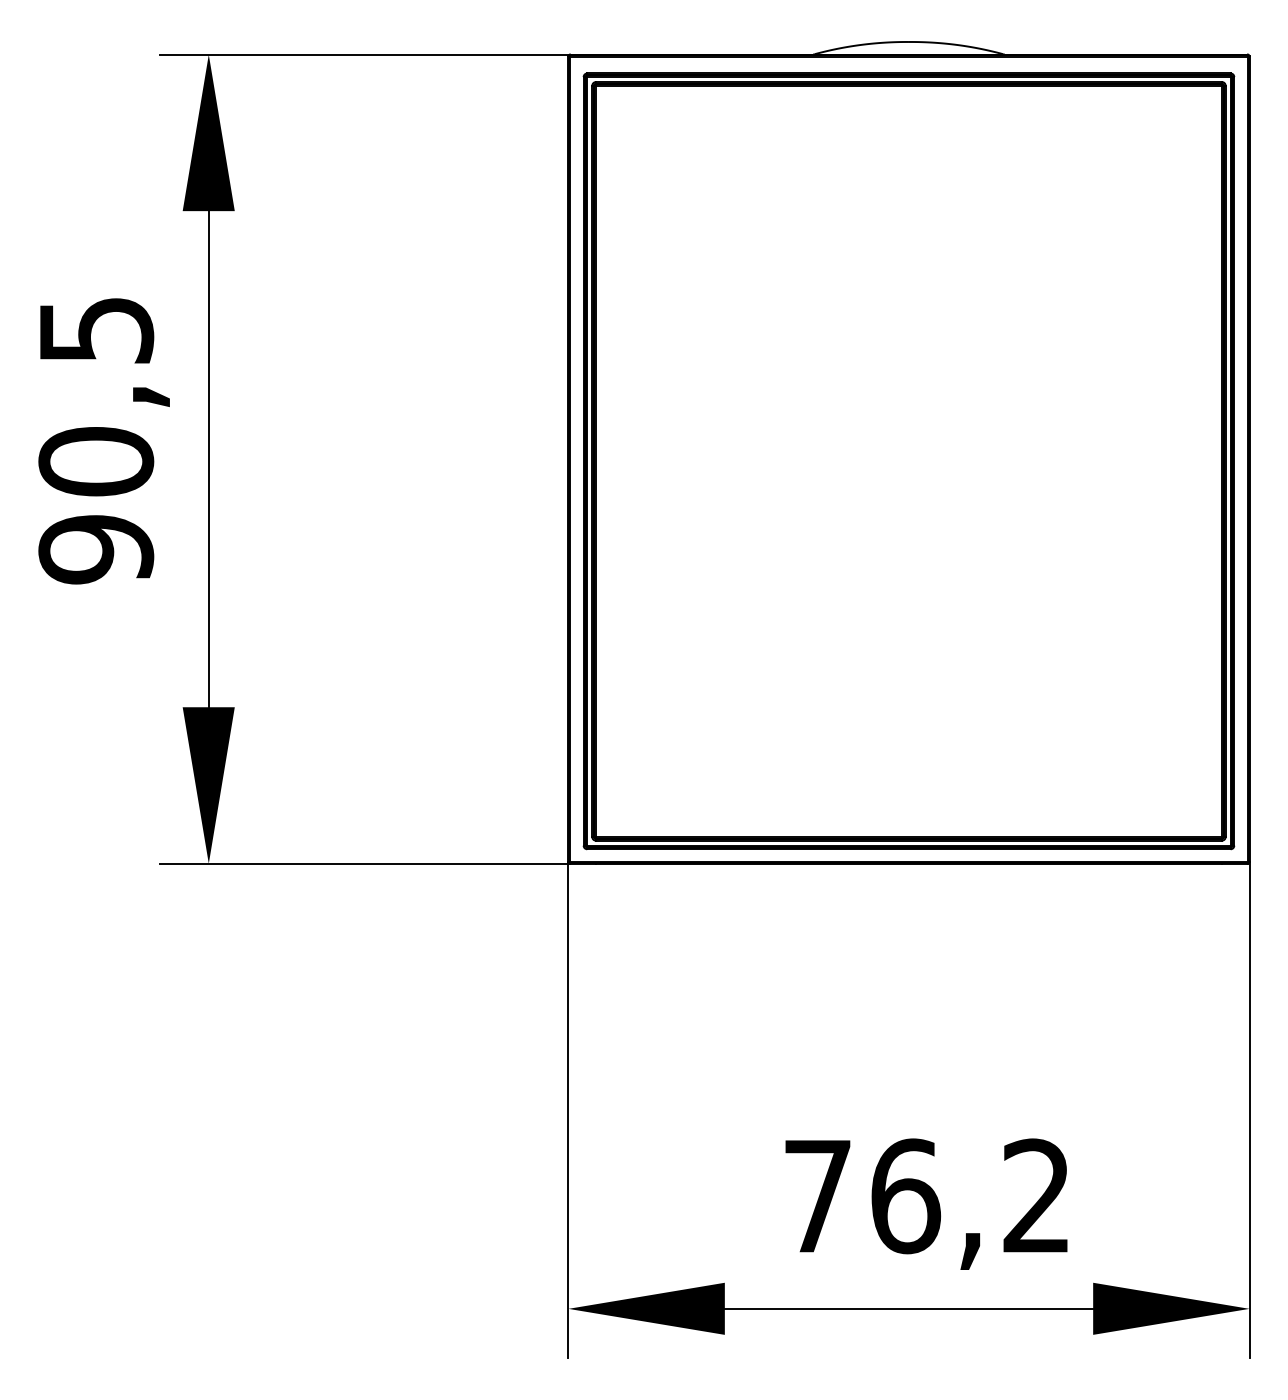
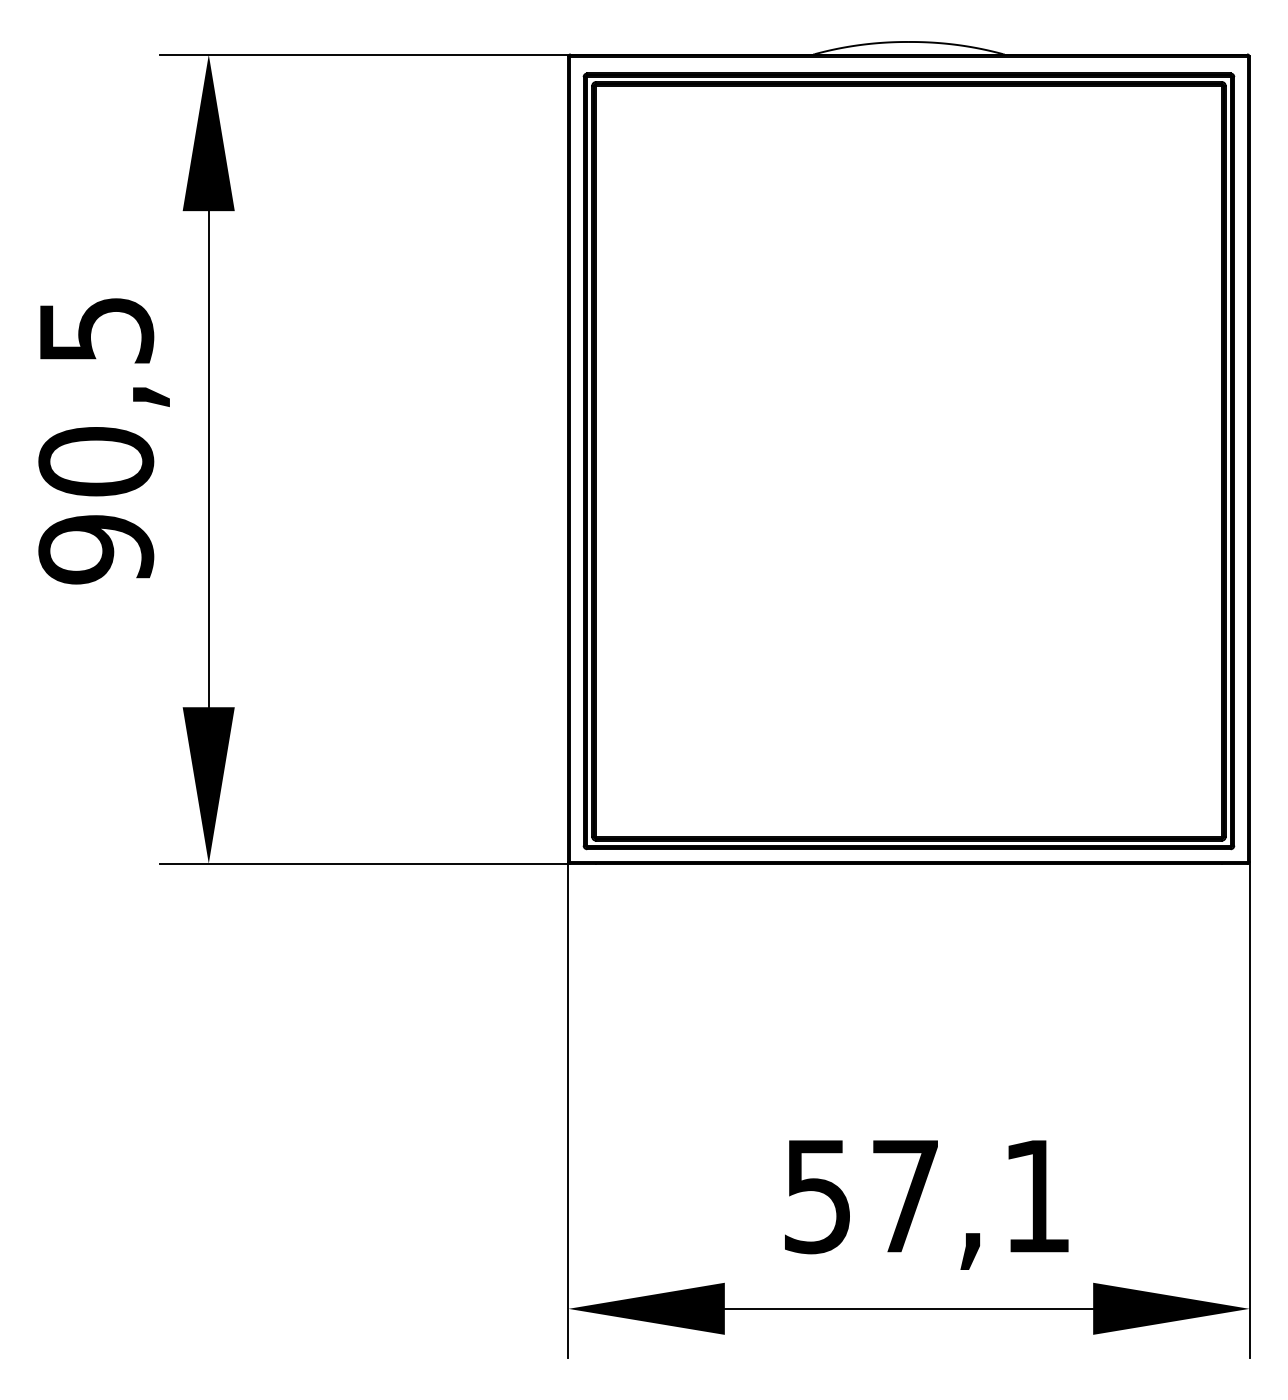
text at (926, 1196): 76,2 -> 57,1
